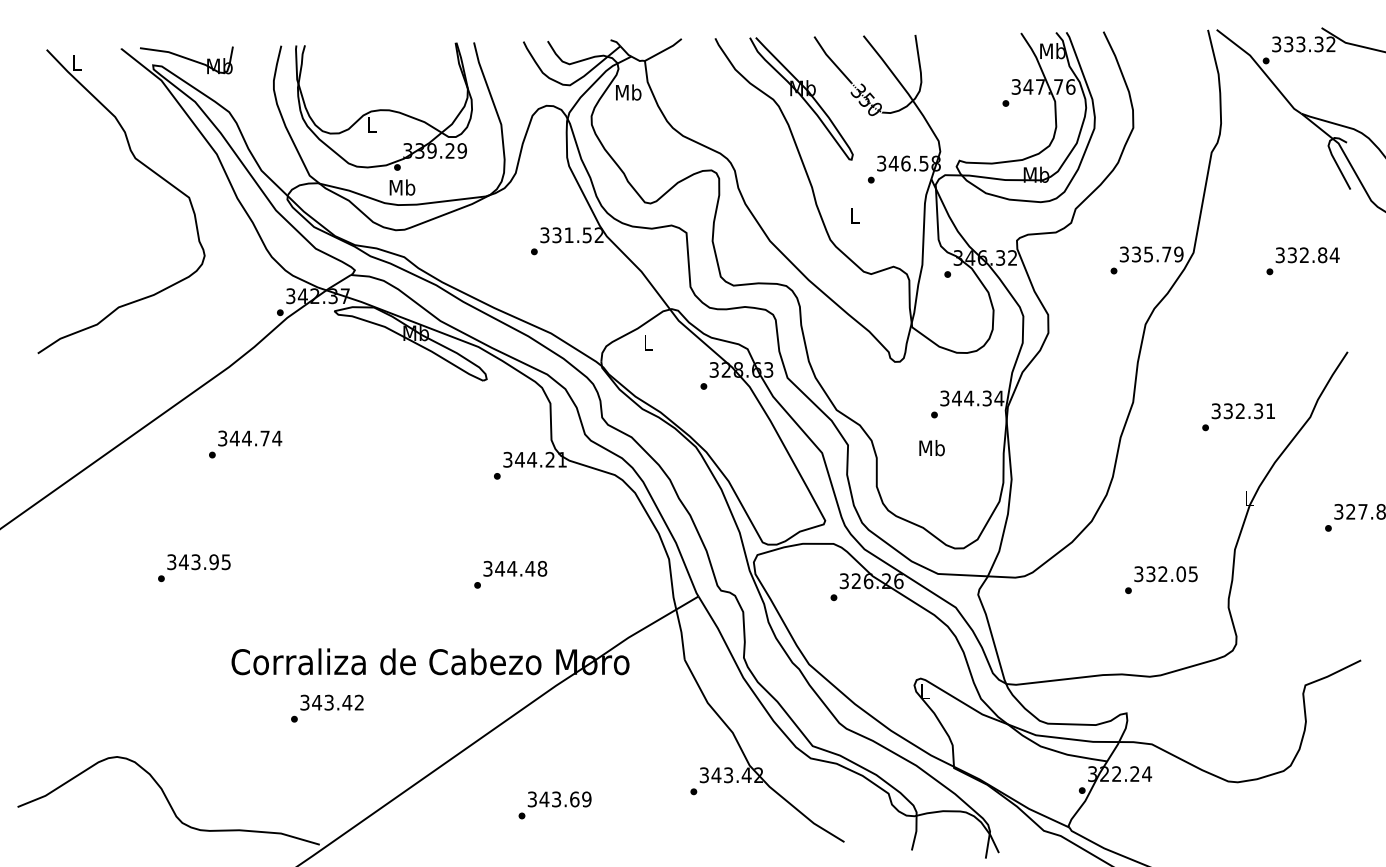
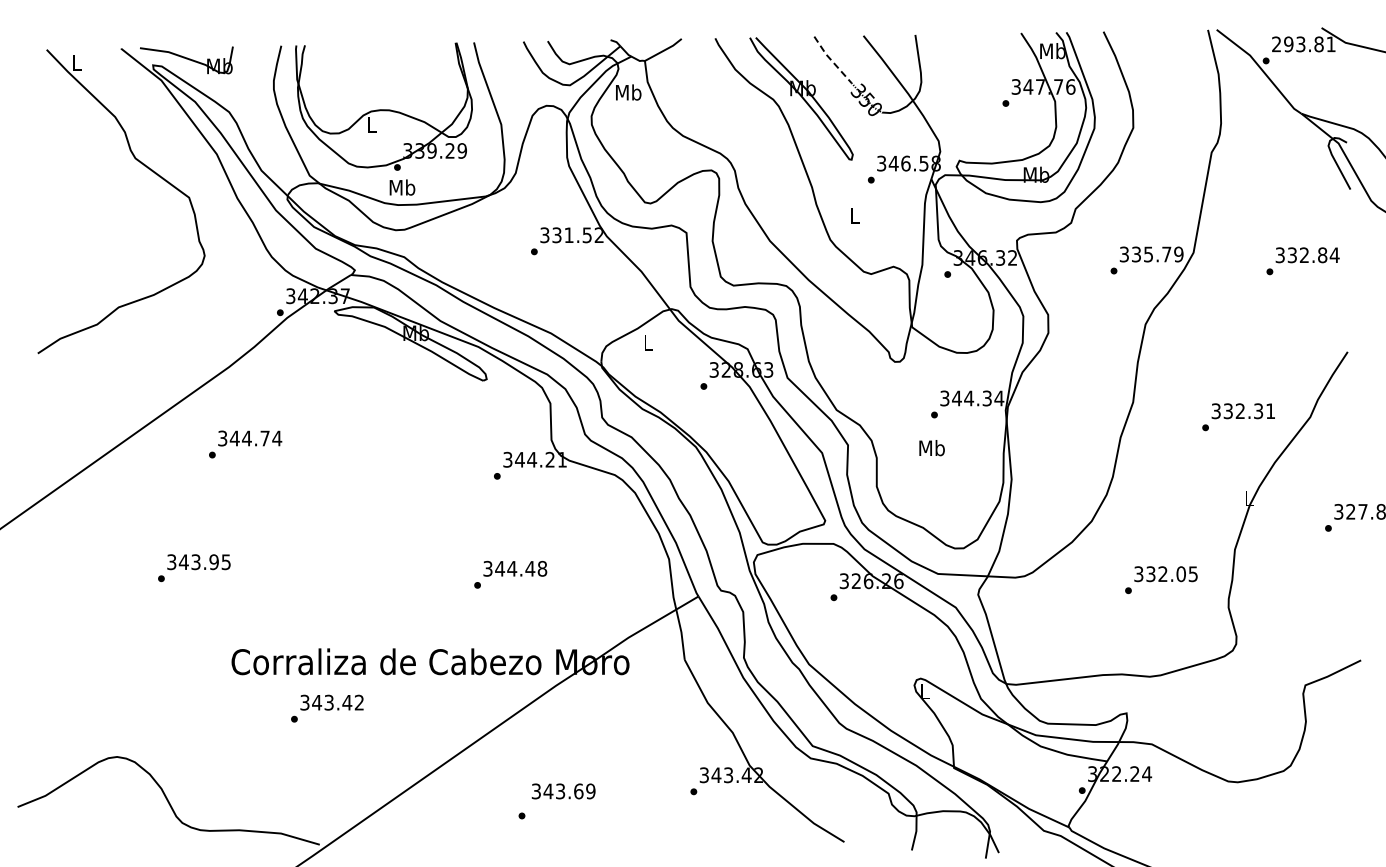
text at (1303, 44): 333.32 -> 293.81
line at (831, 60): solid -> dashed
text at (559, 799) position: (559, 799) -> (563, 791)
